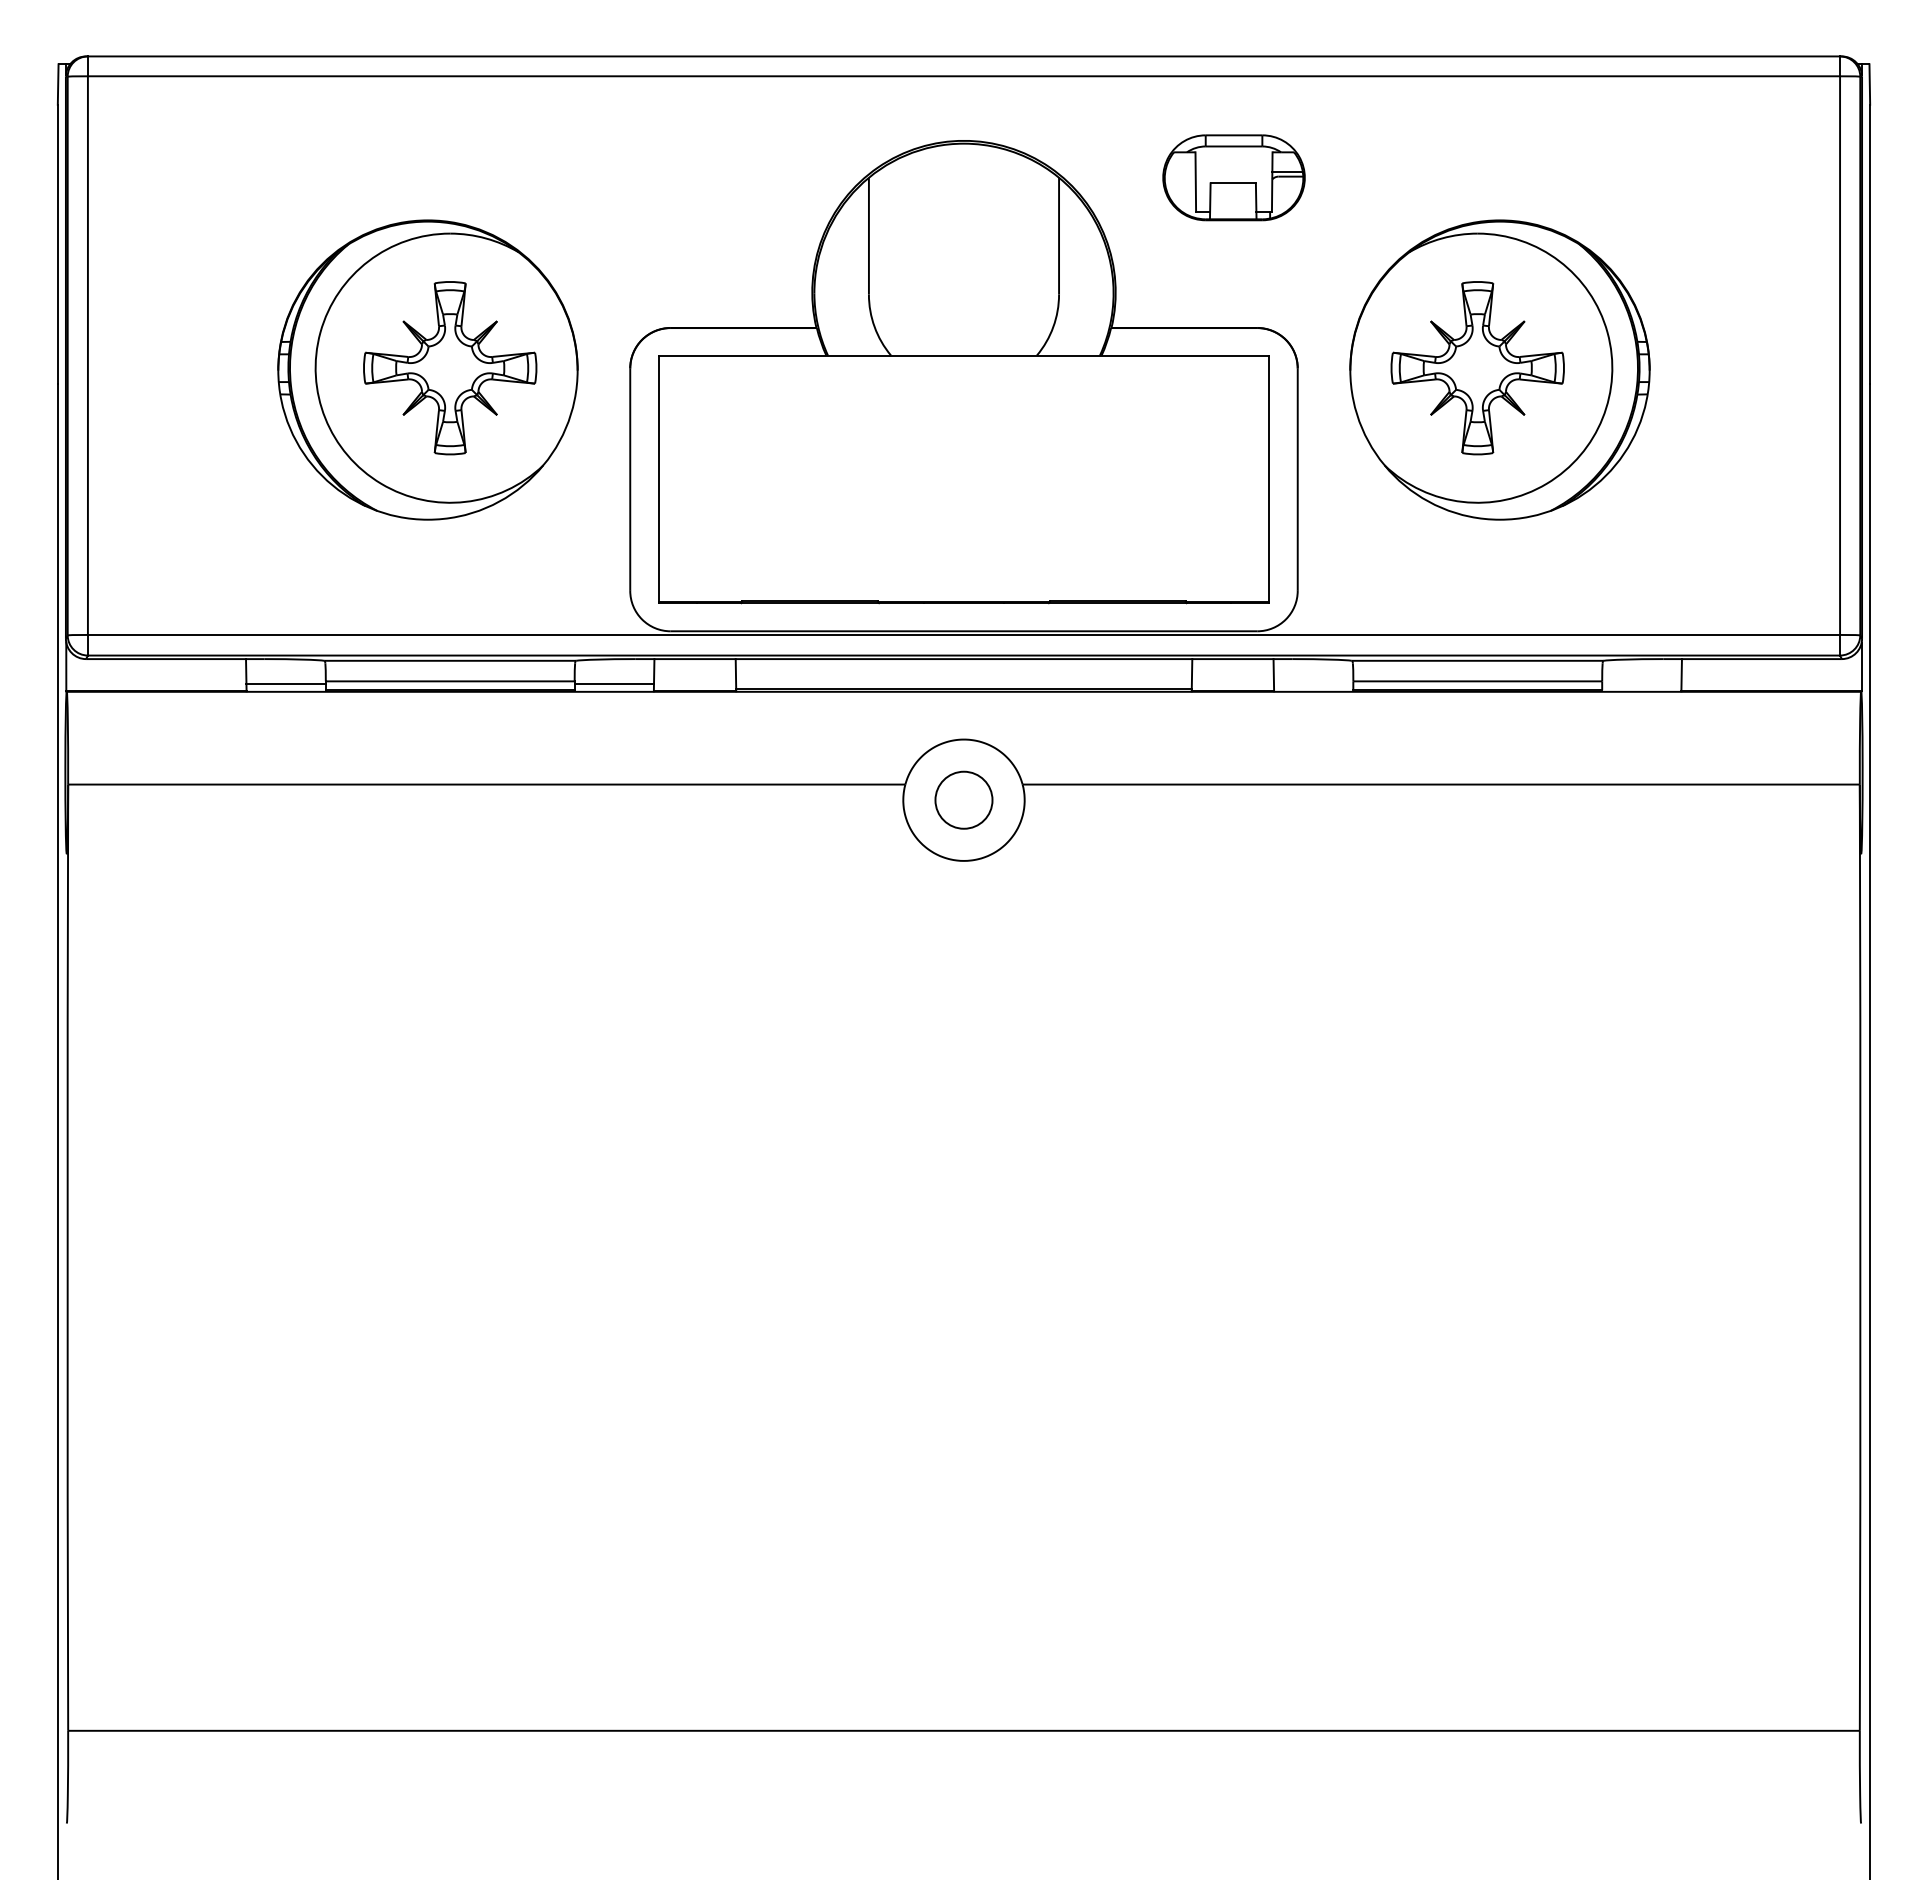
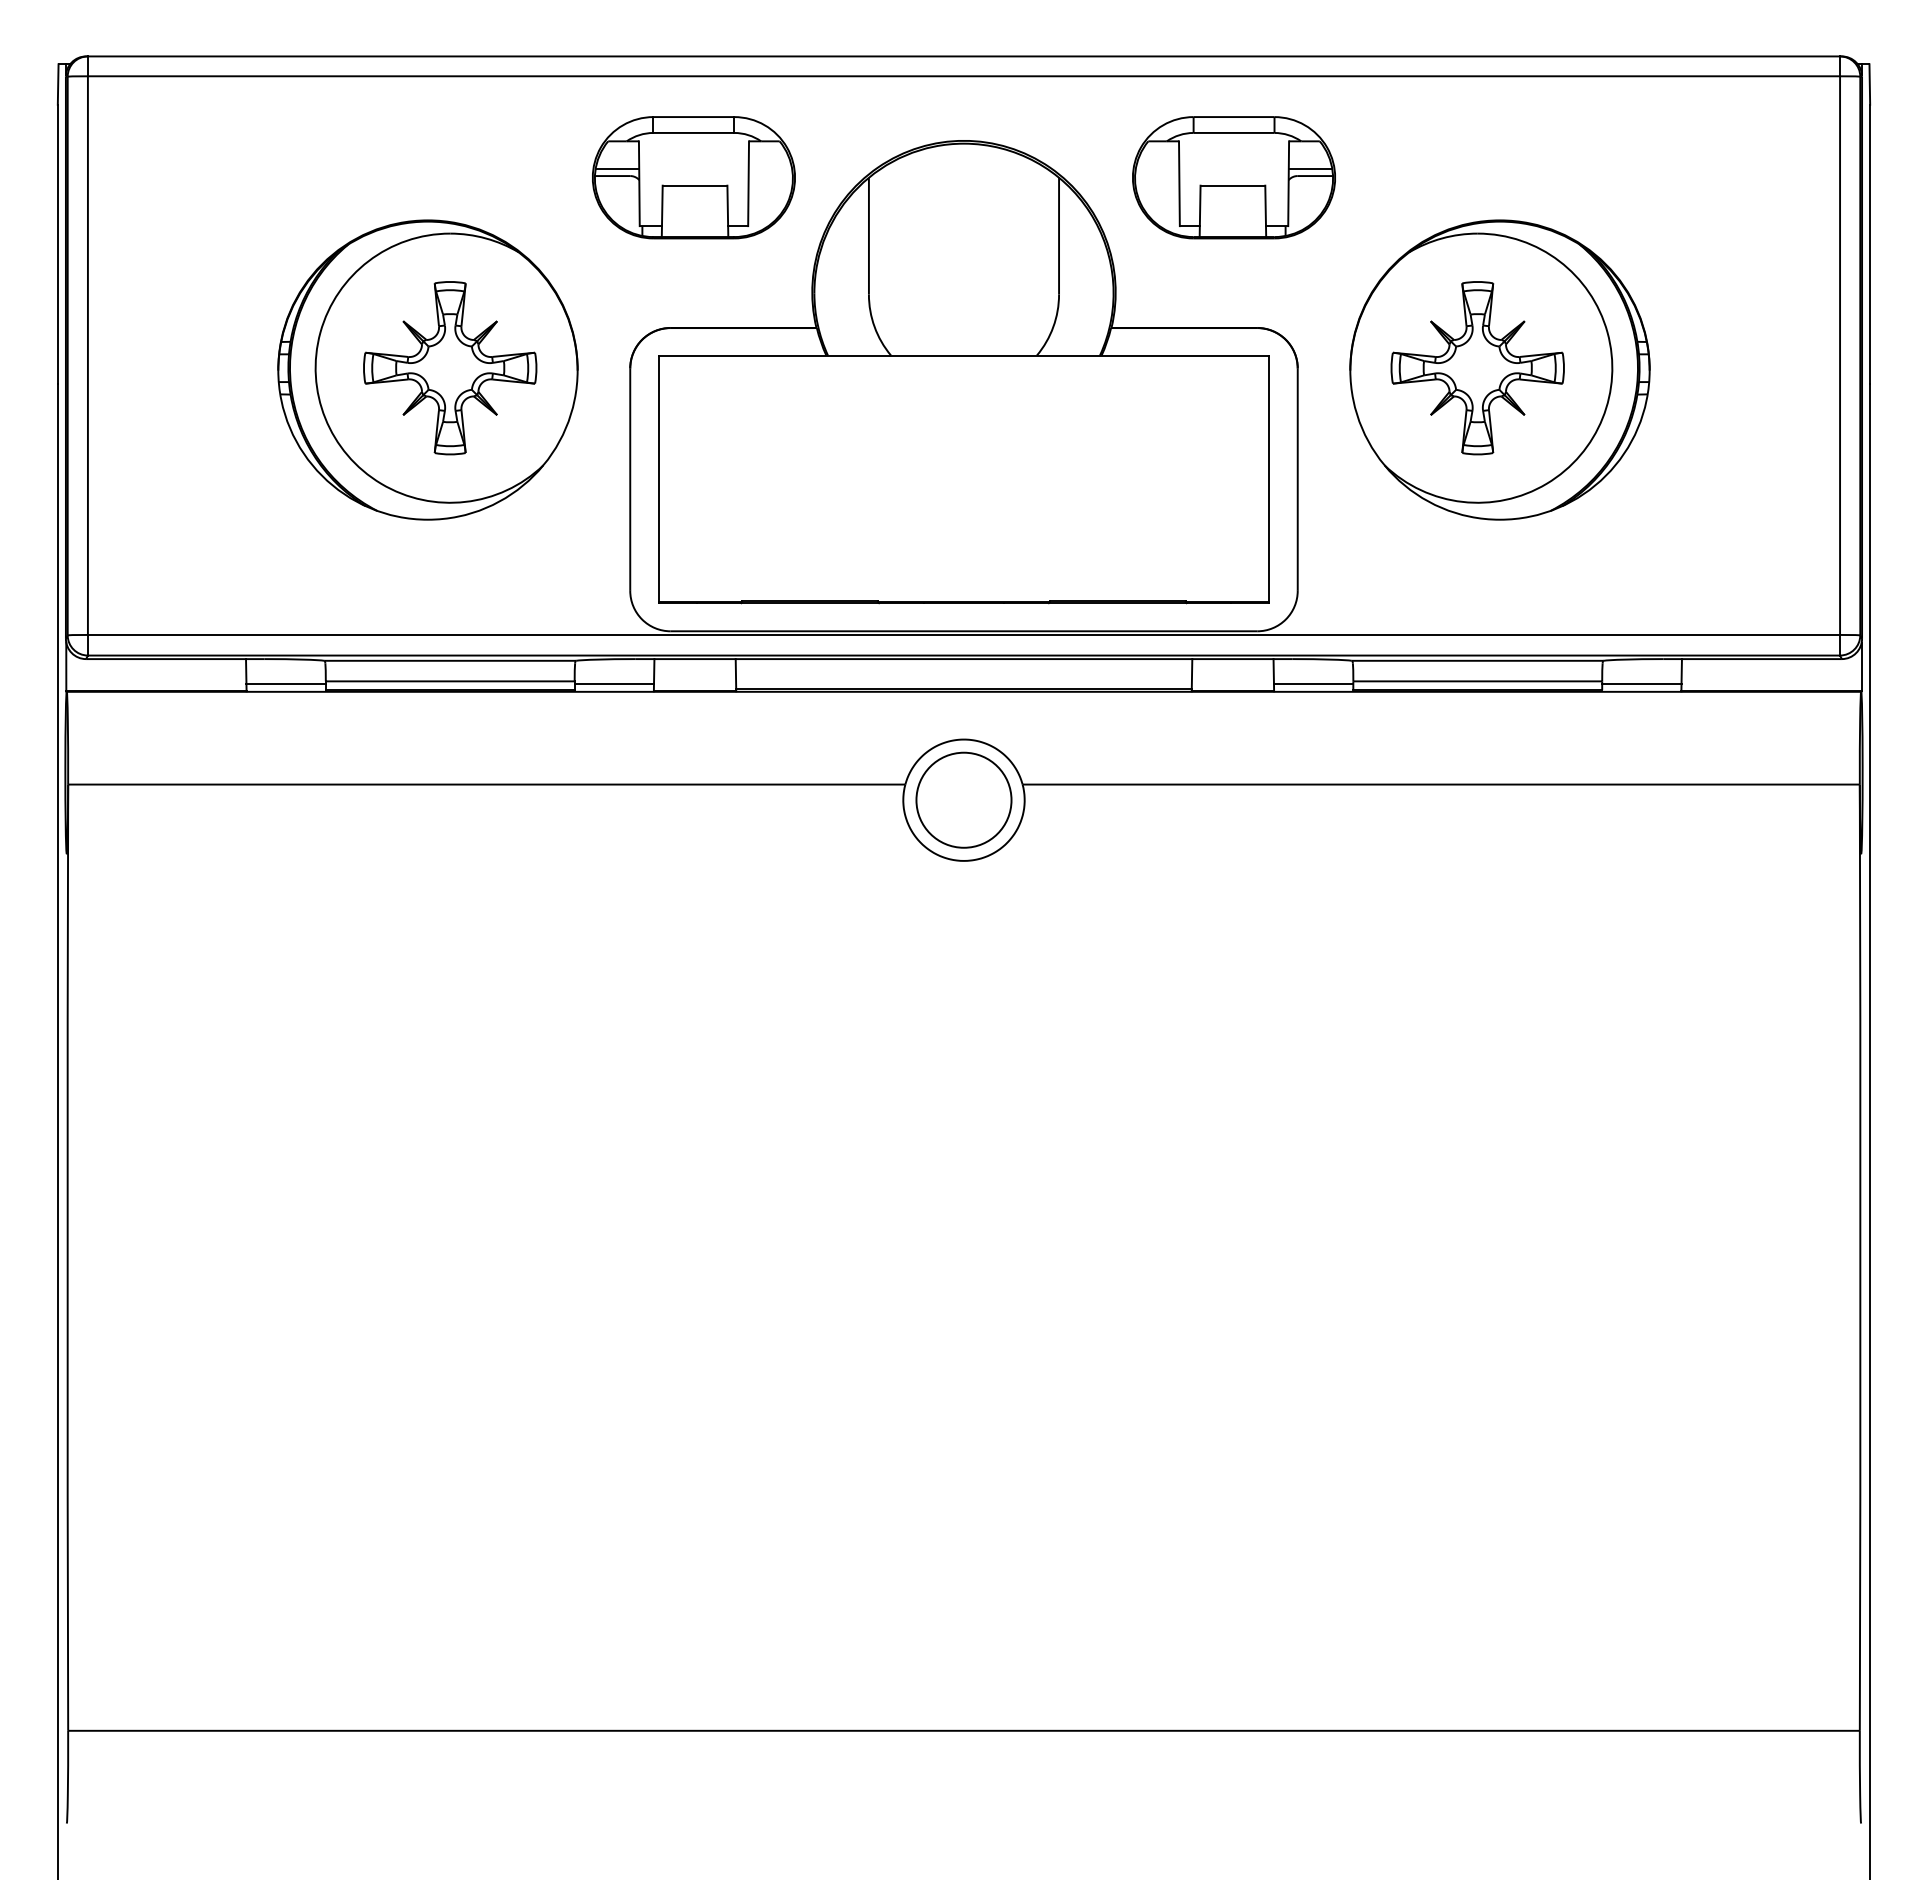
part at (693, 177): none -> present
part at (1233, 177) size: 144x88 px -> 204x124 px
line at (1313, 684): none -> present
line at (1641, 684): none -> present
circle at (963, 799) diameter: 57 px -> 95 px
